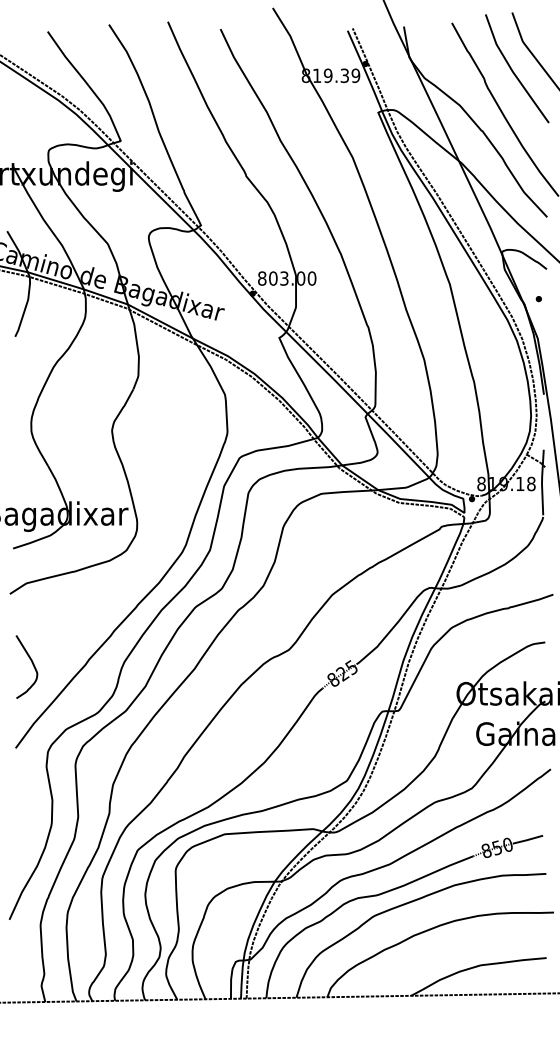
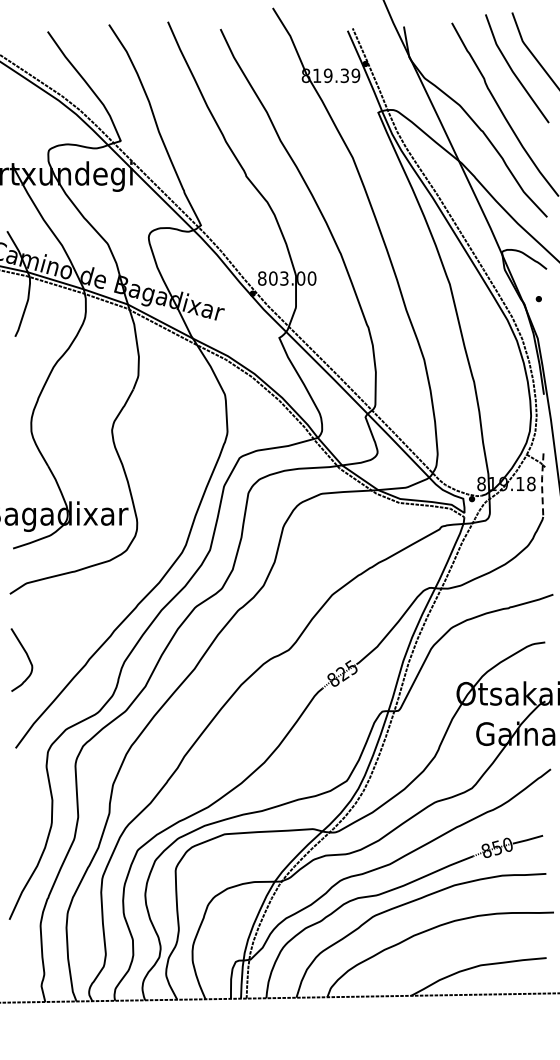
line at (542, 481): solid -> dashed
curve at (32, 664) position: (32, 664) -> (27, 657)
